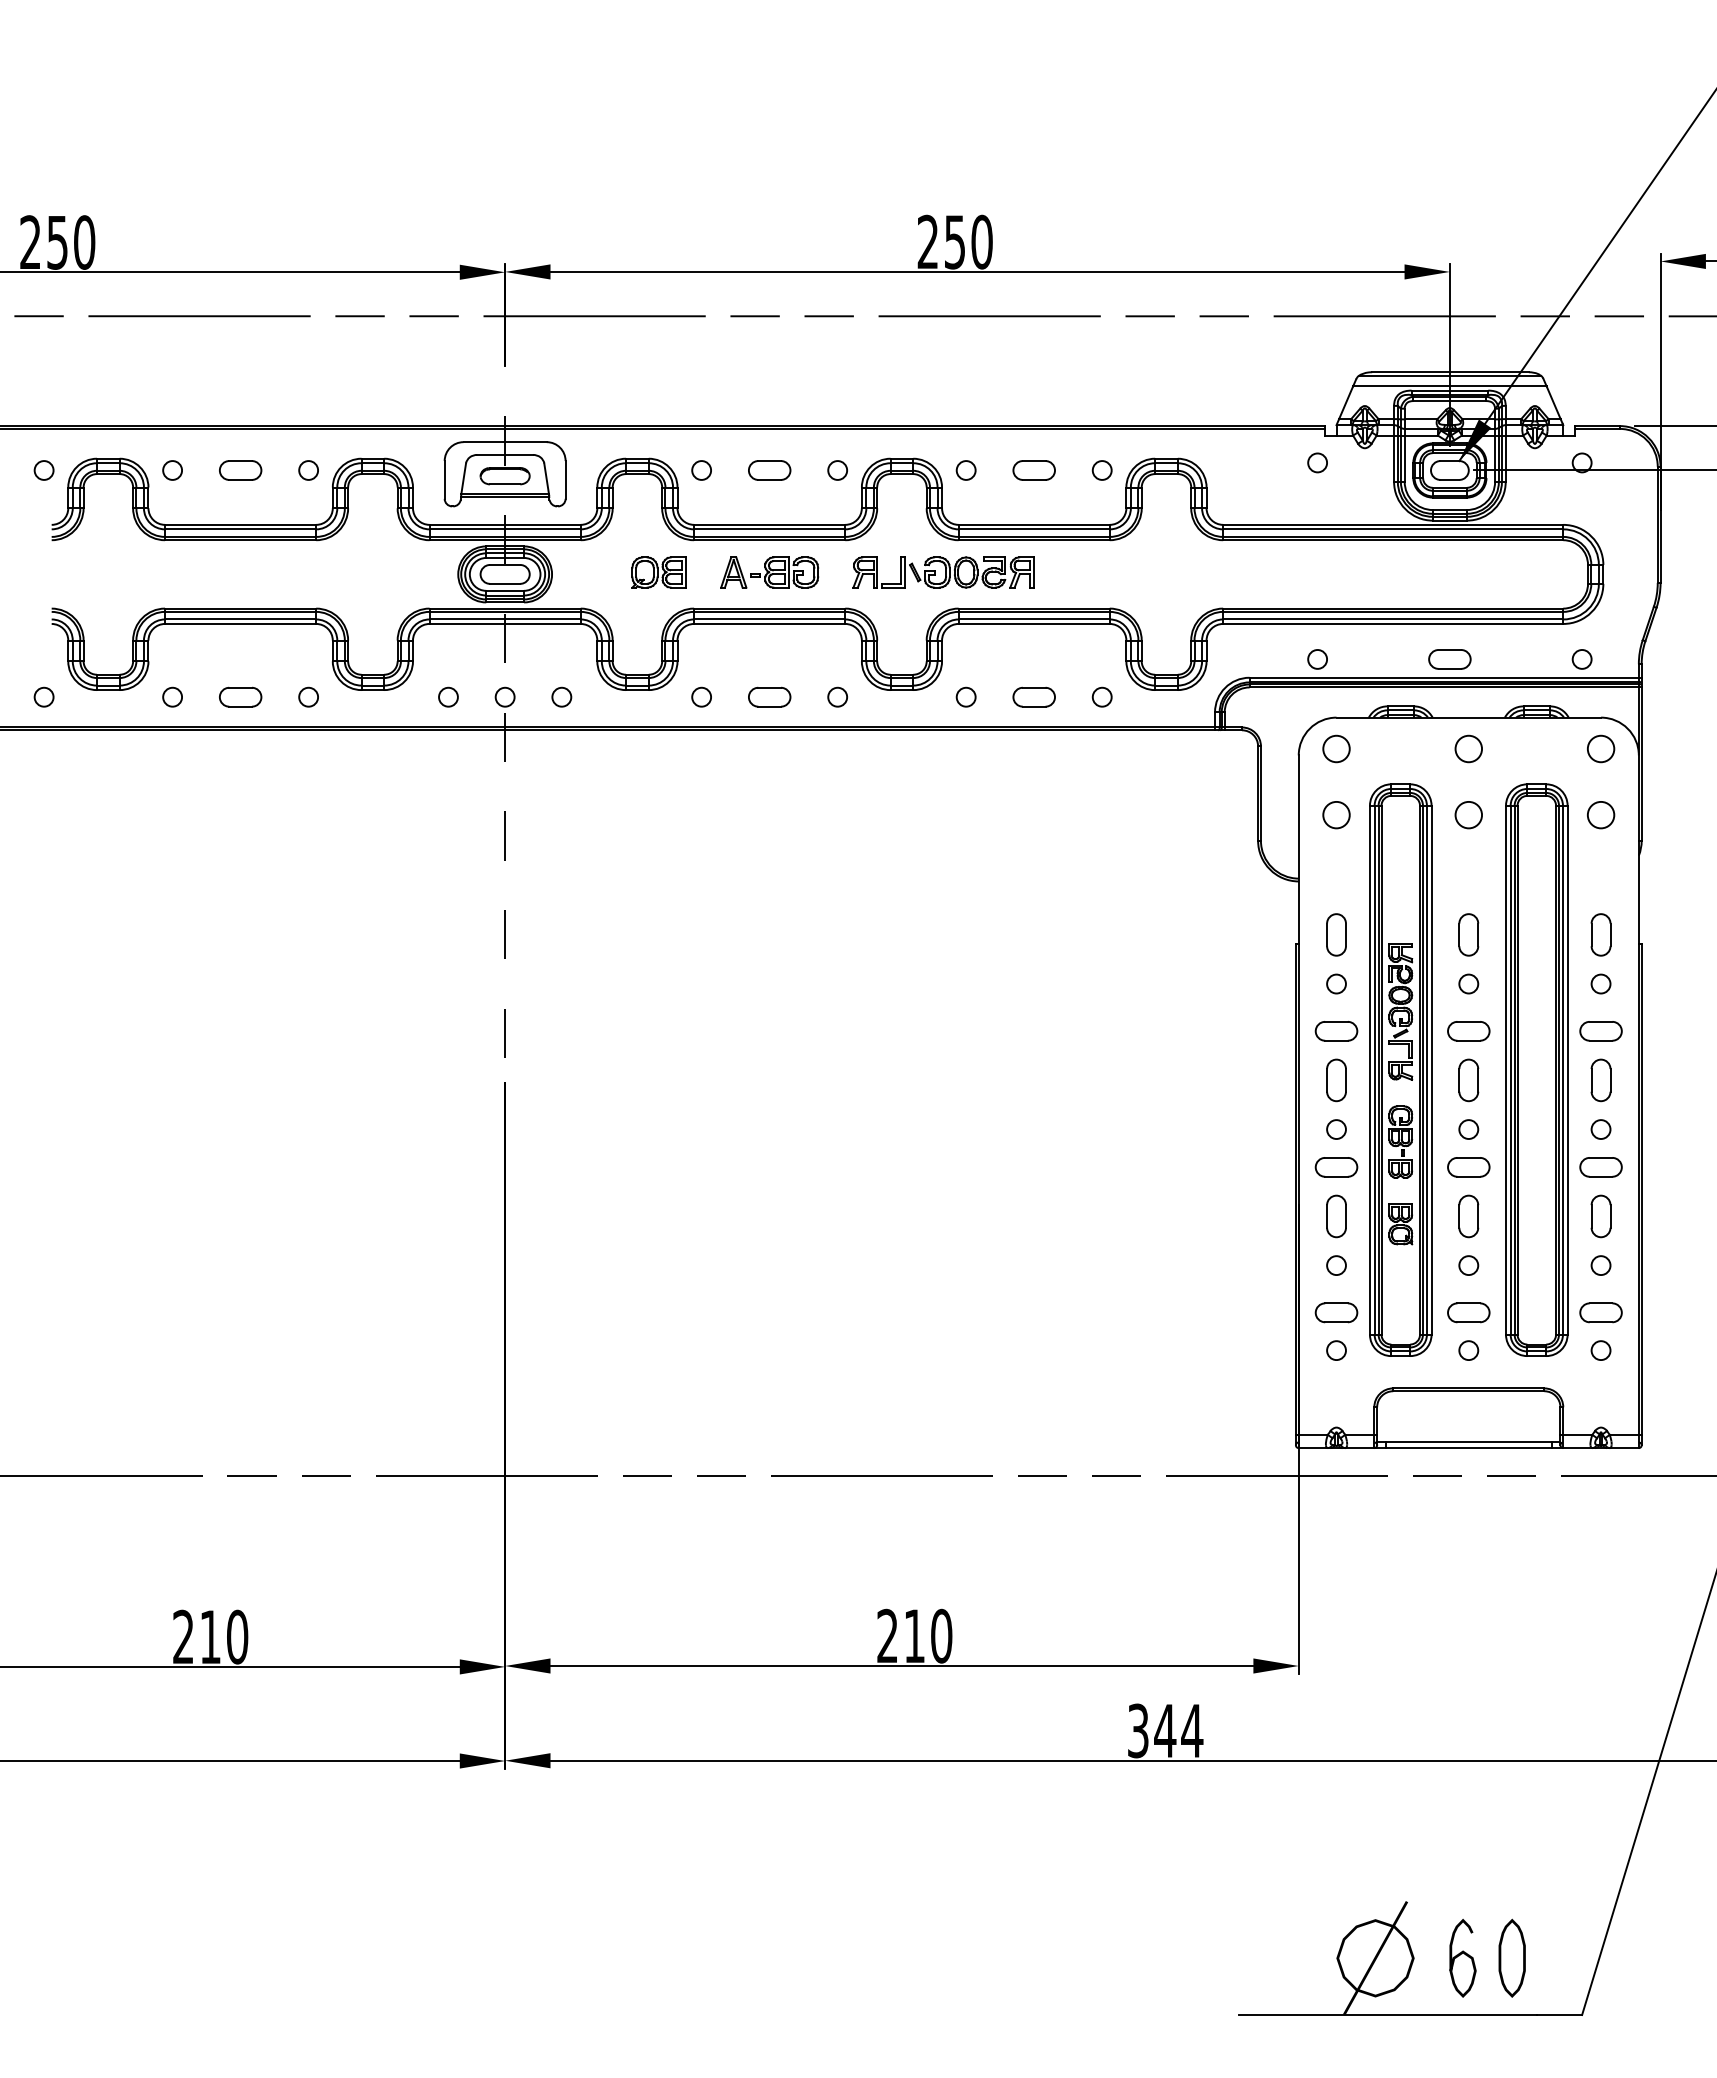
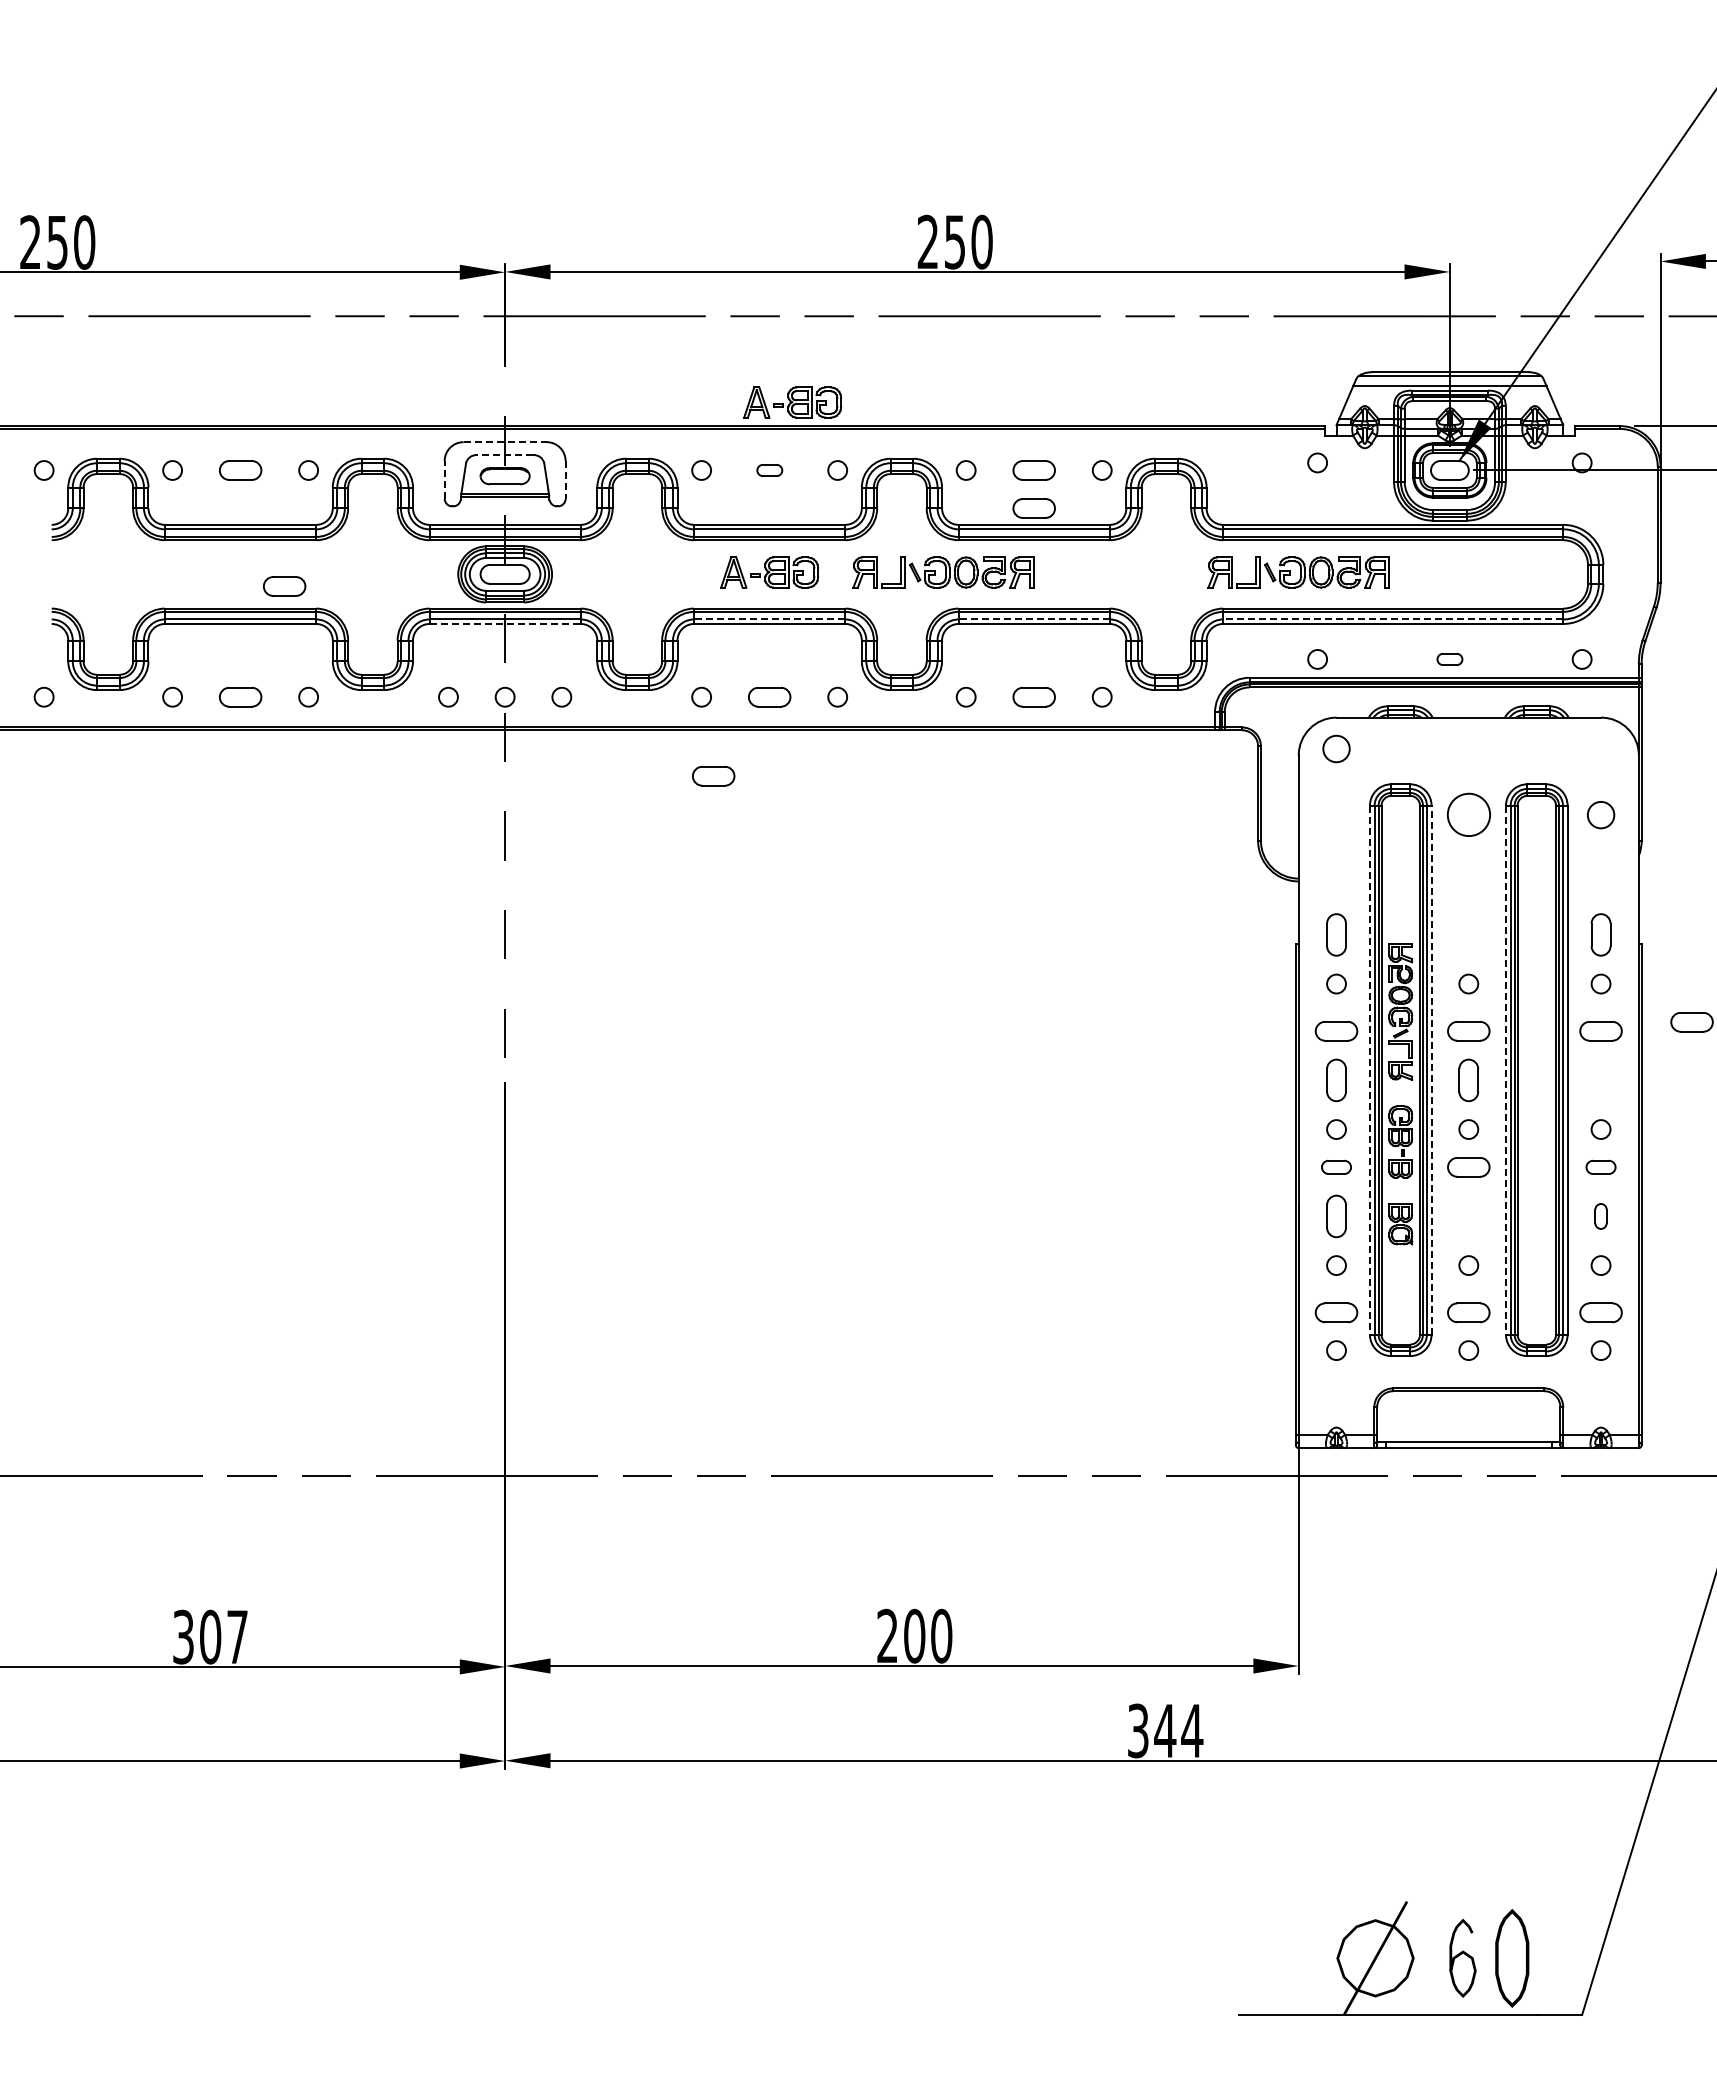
part at (792, 402): none -> present
line at (505, 442): solid -> dashed
line at (505, 454): solid -> dashed
part at (769, 470) size: 44x21 px -> 28x13 px
line at (444, 479): solid -> dashed
line at (565, 479): solid -> dashed
part at (1033, 508): none -> present
part at (658, 572): present -> none
part at (1298, 572): none -> present
part at (284, 586): none -> present
line at (769, 619): solid -> dashed
line at (1034, 619): solid -> dashed
line at (1392, 619): solid -> dashed
line at (505, 623): solid -> dashed
part at (1449, 659) size: 44x21 px -> 28x14 px
circle at (1468, 748): present -> none
circle at (1601, 748): present -> none
part at (713, 775): none -> present
circle at (1336, 815): present -> none
circle at (1468, 815) size: 29x29 px -> 45x45 px
part at (1468, 934): present -> none
part at (1691, 1022): none -> present
line at (1369, 1070): solid -> dashed
line at (1431, 1070): solid -> dashed
line at (1506, 1070): solid -> dashed
part at (1600, 1080): present -> none
part at (1336, 1167) size: 45x21 px -> 31x16 px
part at (1600, 1167) size: 44x21 px -> 32x16 px
part at (1468, 1216): present -> none
part at (1600, 1216) size: 22x45 px -> 14x27 px
text at (914, 1635): 210 -> 200
text at (210, 1636): 210 -> 307
part at (1511, 1957) size: 28x80 px -> 35x99 px
